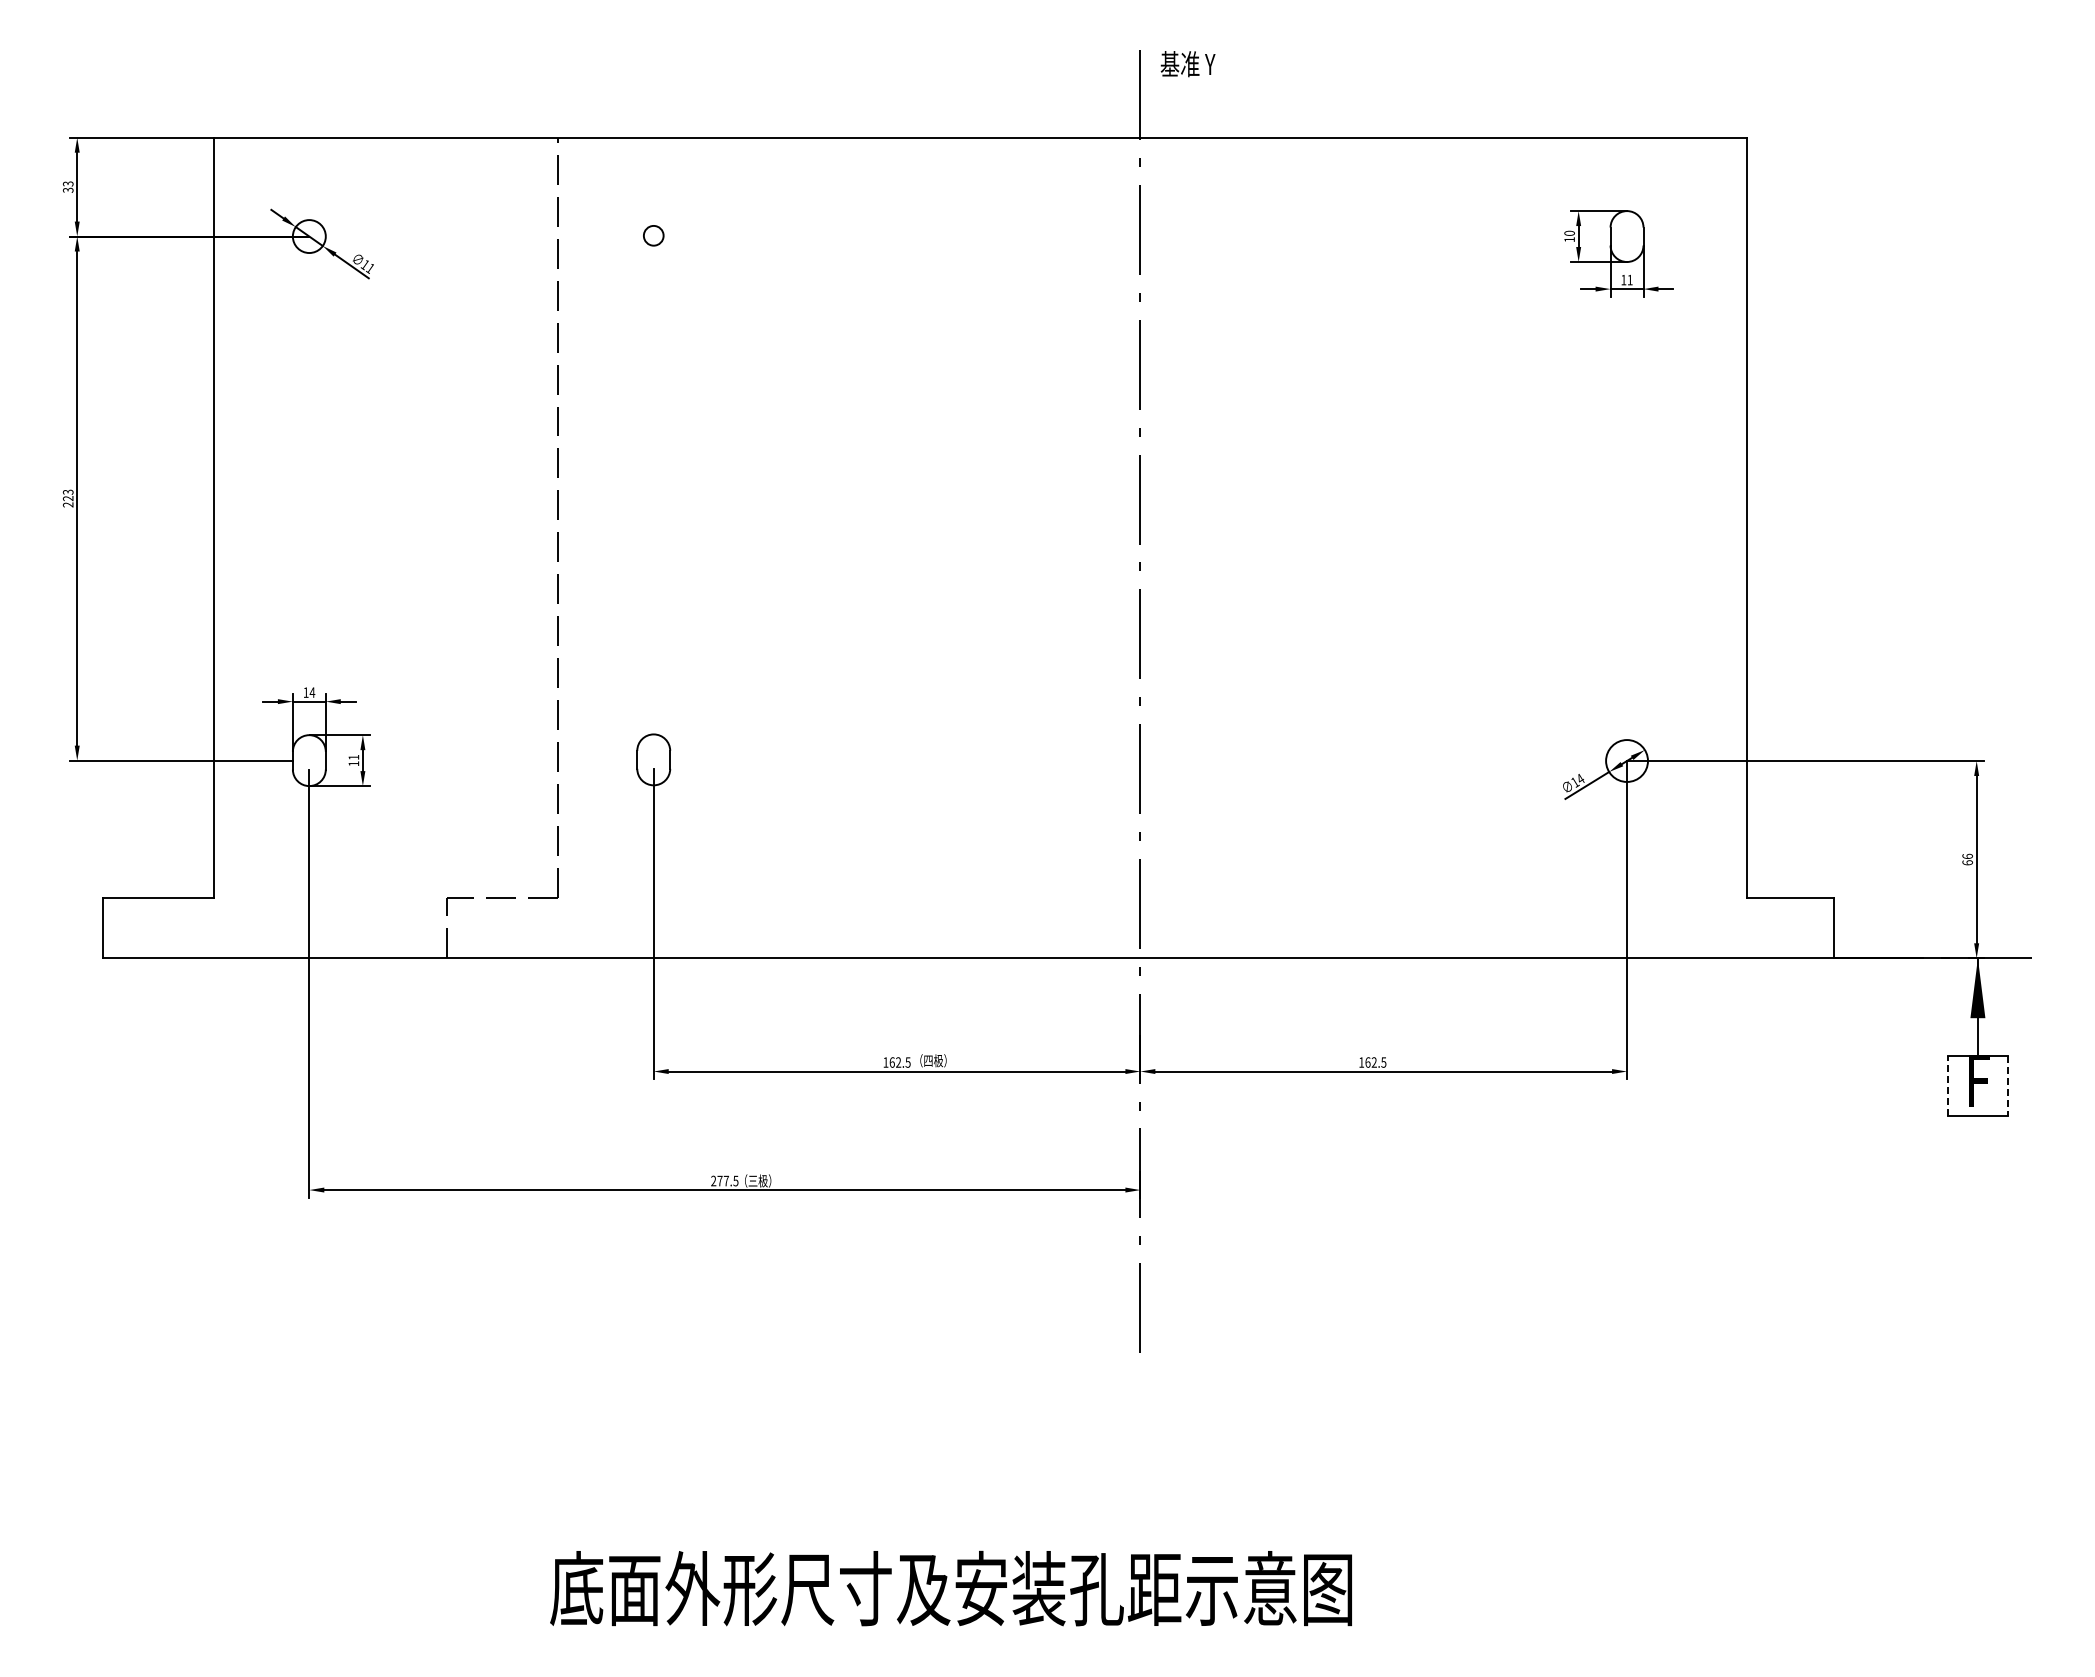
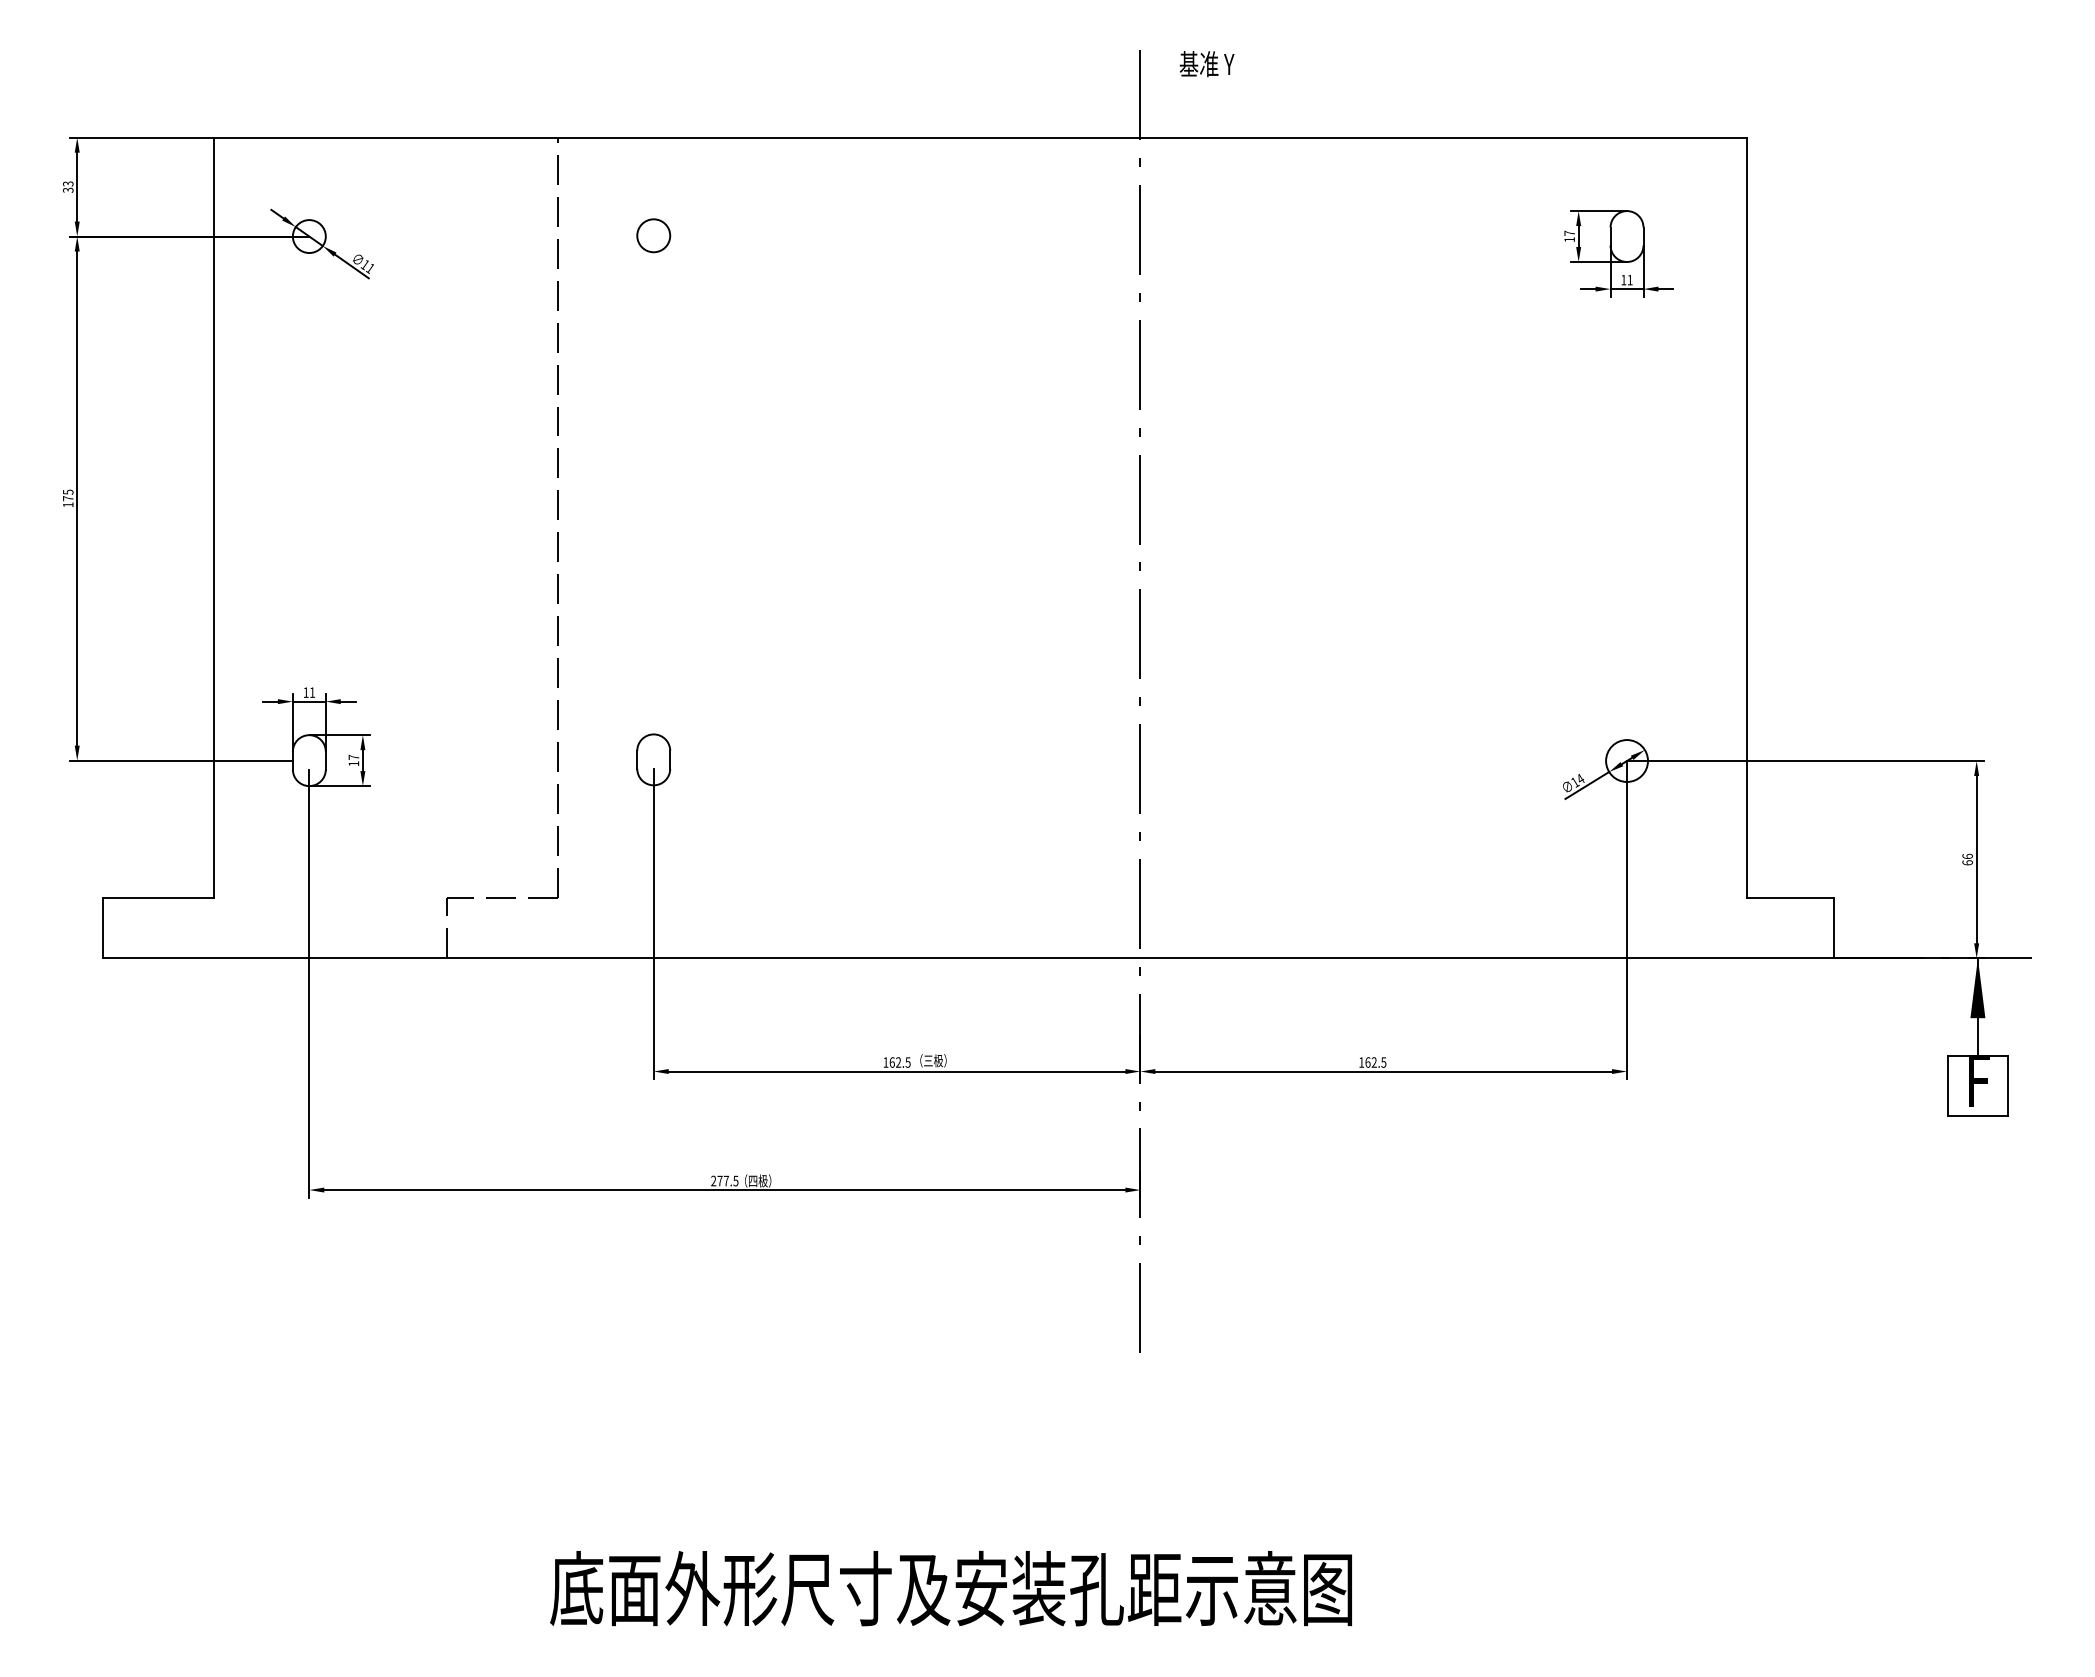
text at (1187, 64) position: (1187, 64) -> (1206, 64)
text at (1569, 232): 10 -> 17
circle at (653, 235) diameter: 20 px -> 33 px
text at (67, 498): 223 -> 175
text at (312, 692): 14 -> 11
text at (353, 756): 11 -> 17
text at (928, 1060): （四极） -> （三极）
line at (1947, 1085): dashed -> solid
line at (2007, 1085): dashed -> solid
text at (752, 1181): （三极） -> （四极）
